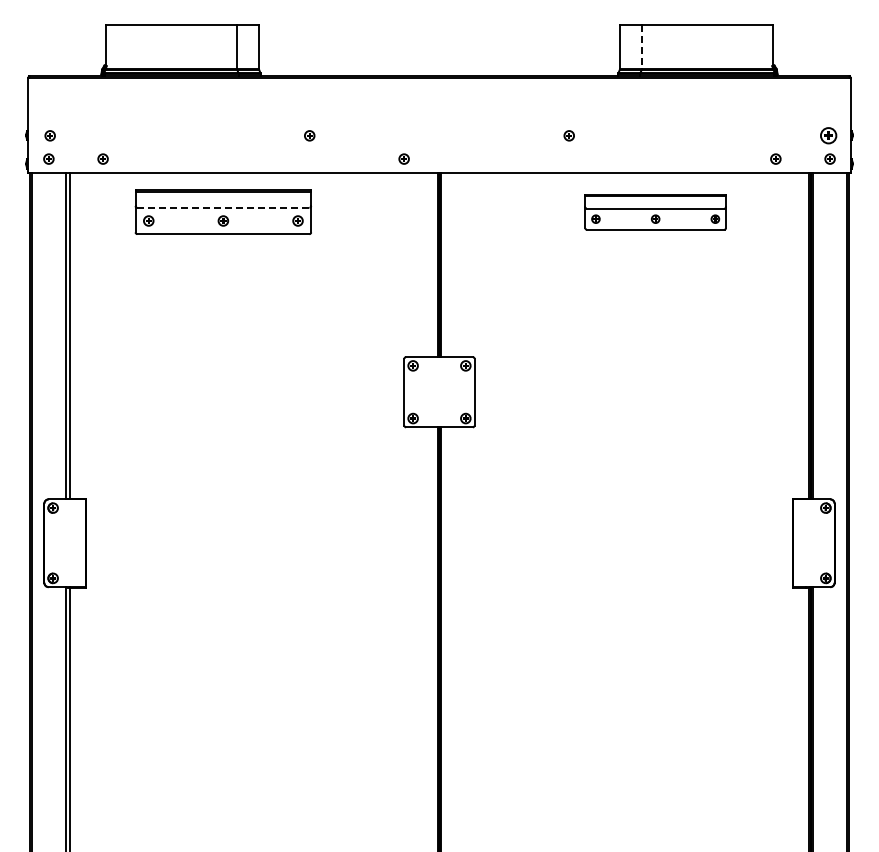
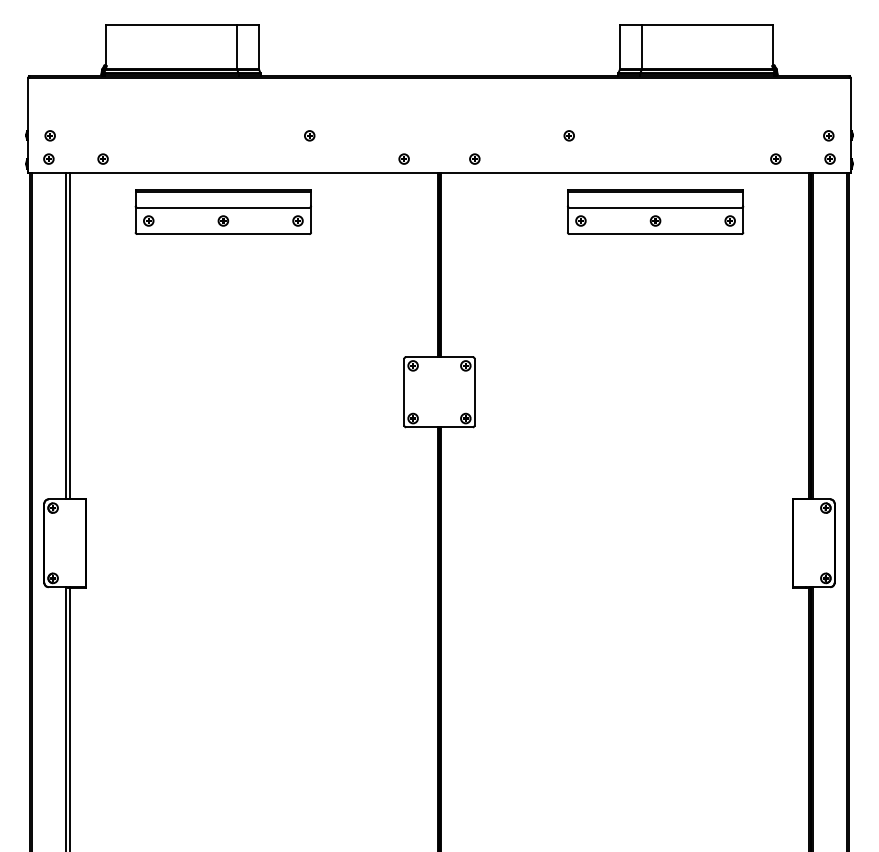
line at (641, 47): dashed -> solid
part at (828, 135) size: 18x18 px -> 12x12 px
part at (474, 158): none -> present
line at (222, 207): dashed -> solid
part at (655, 212) size: 143x37 px -> 178x46 px
